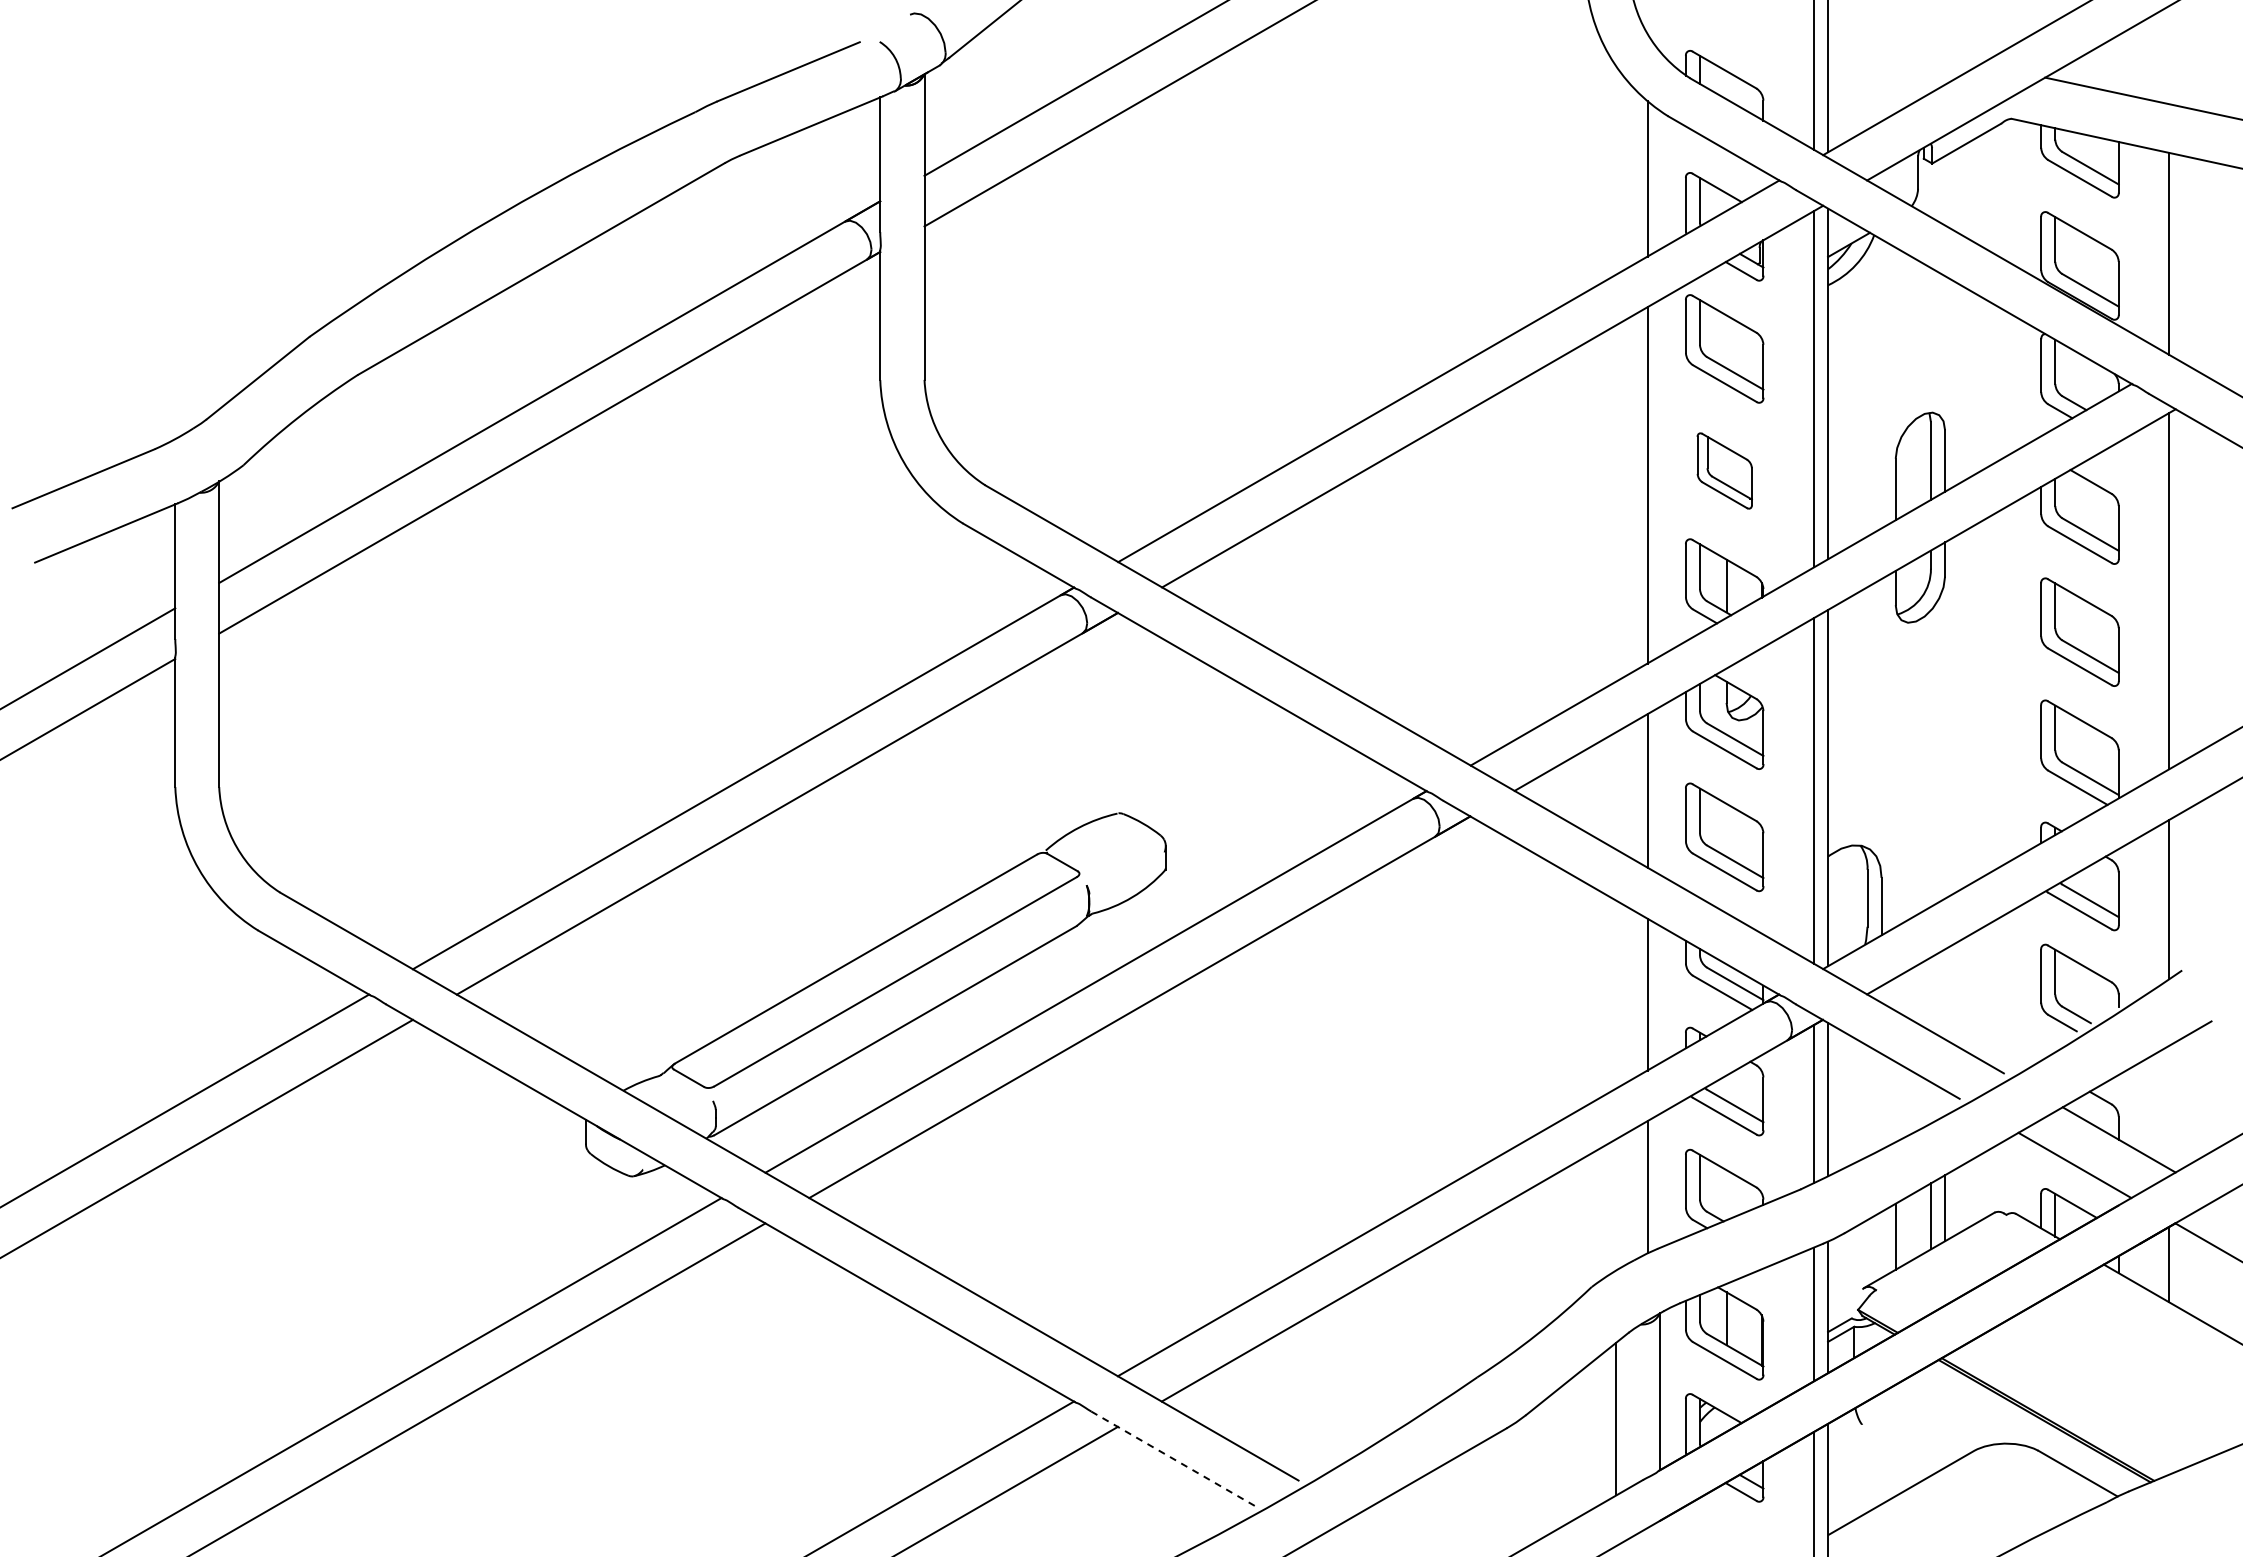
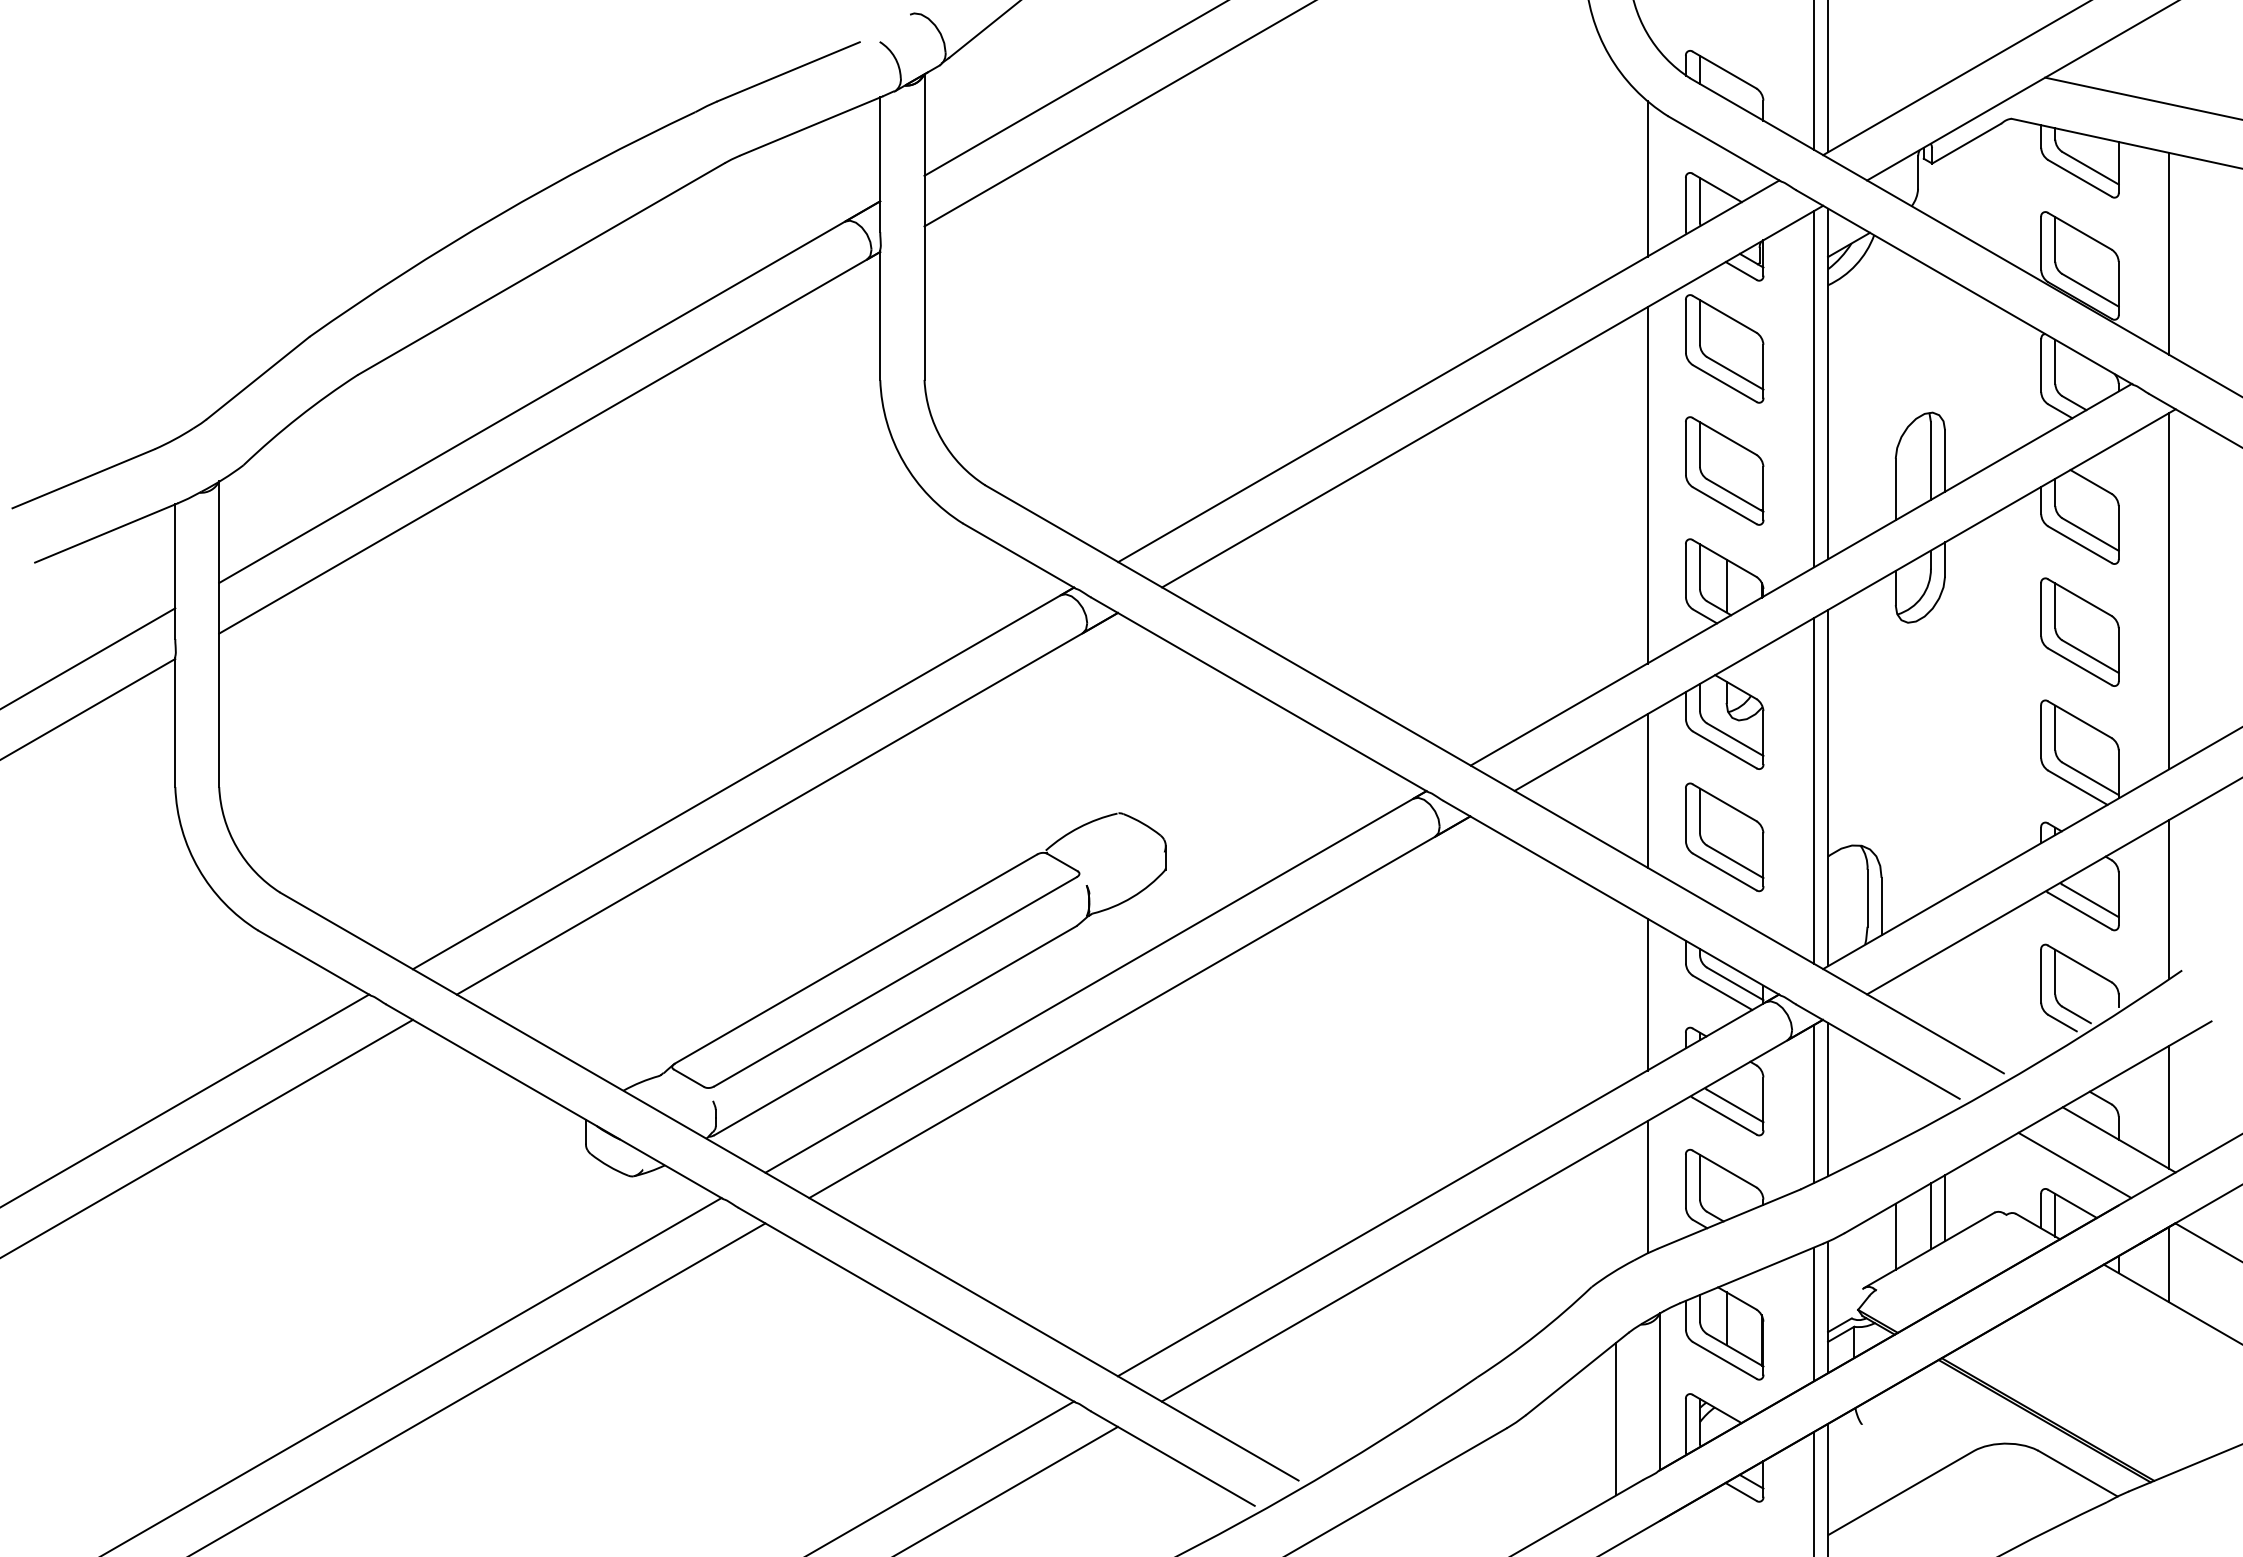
part at (1724, 470) size: 57x78 px -> 80x110 px
line at (2169, 1106): none -> present
line at (1173, 1458): dashed -> solid
